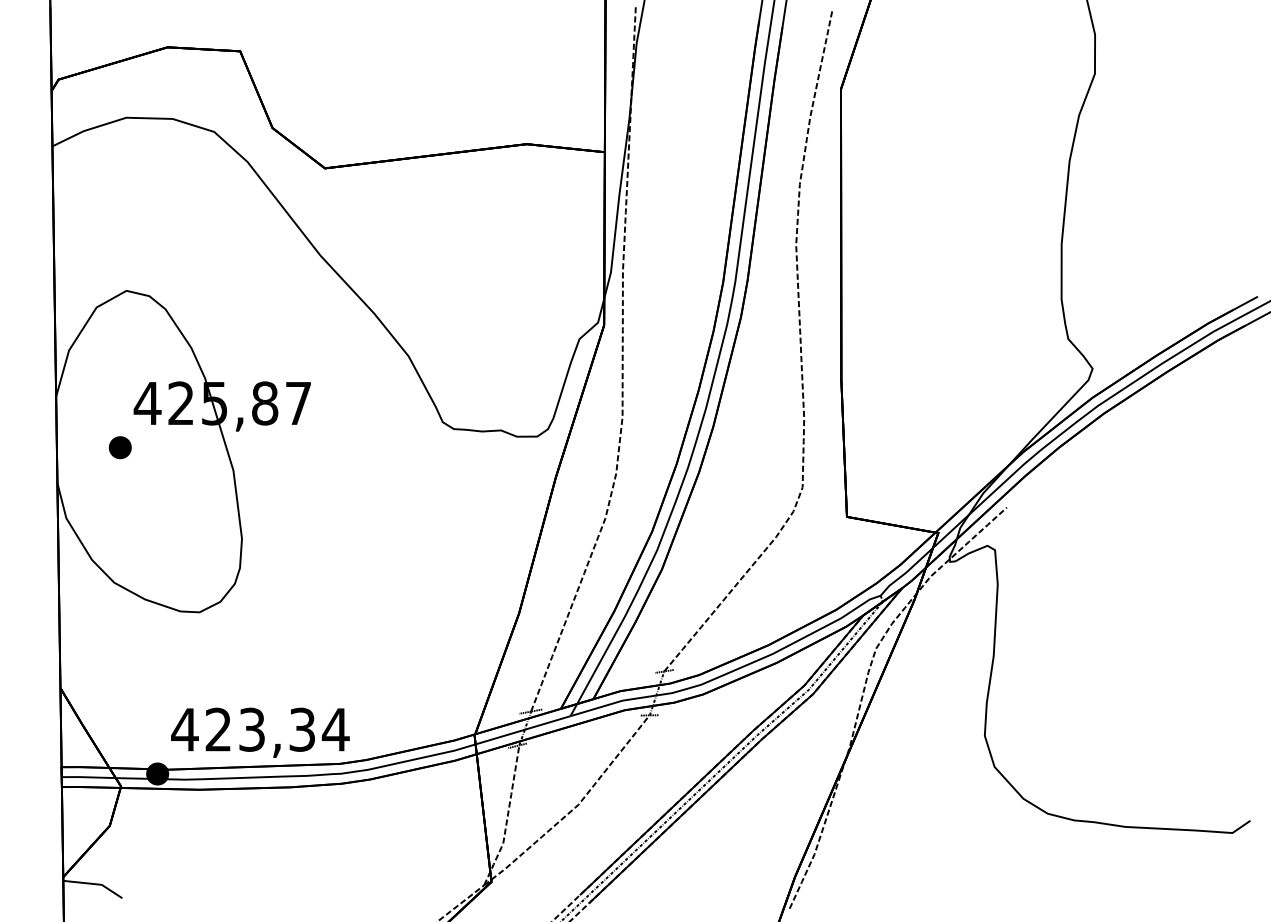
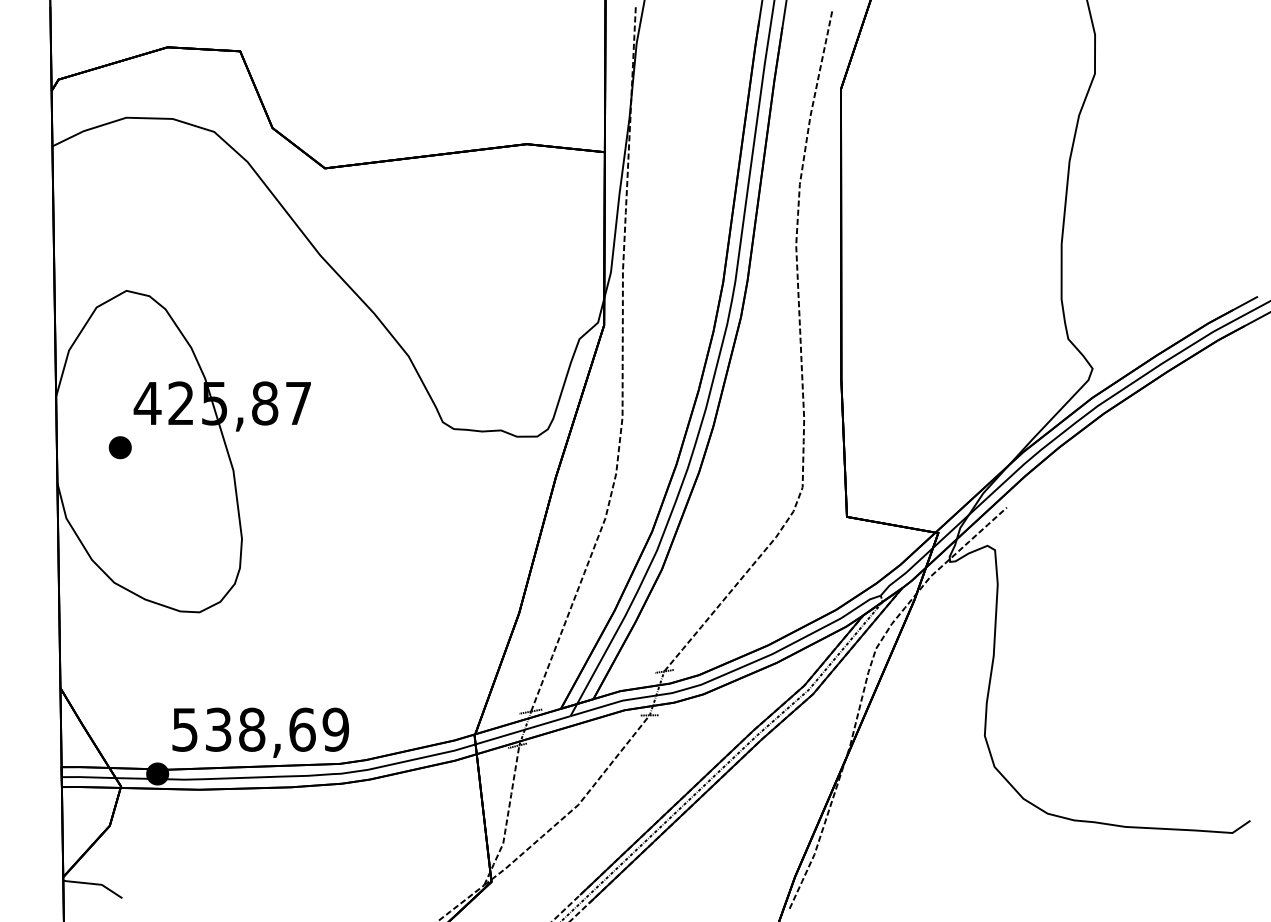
text at (260, 729): 423,34 -> 538,69
